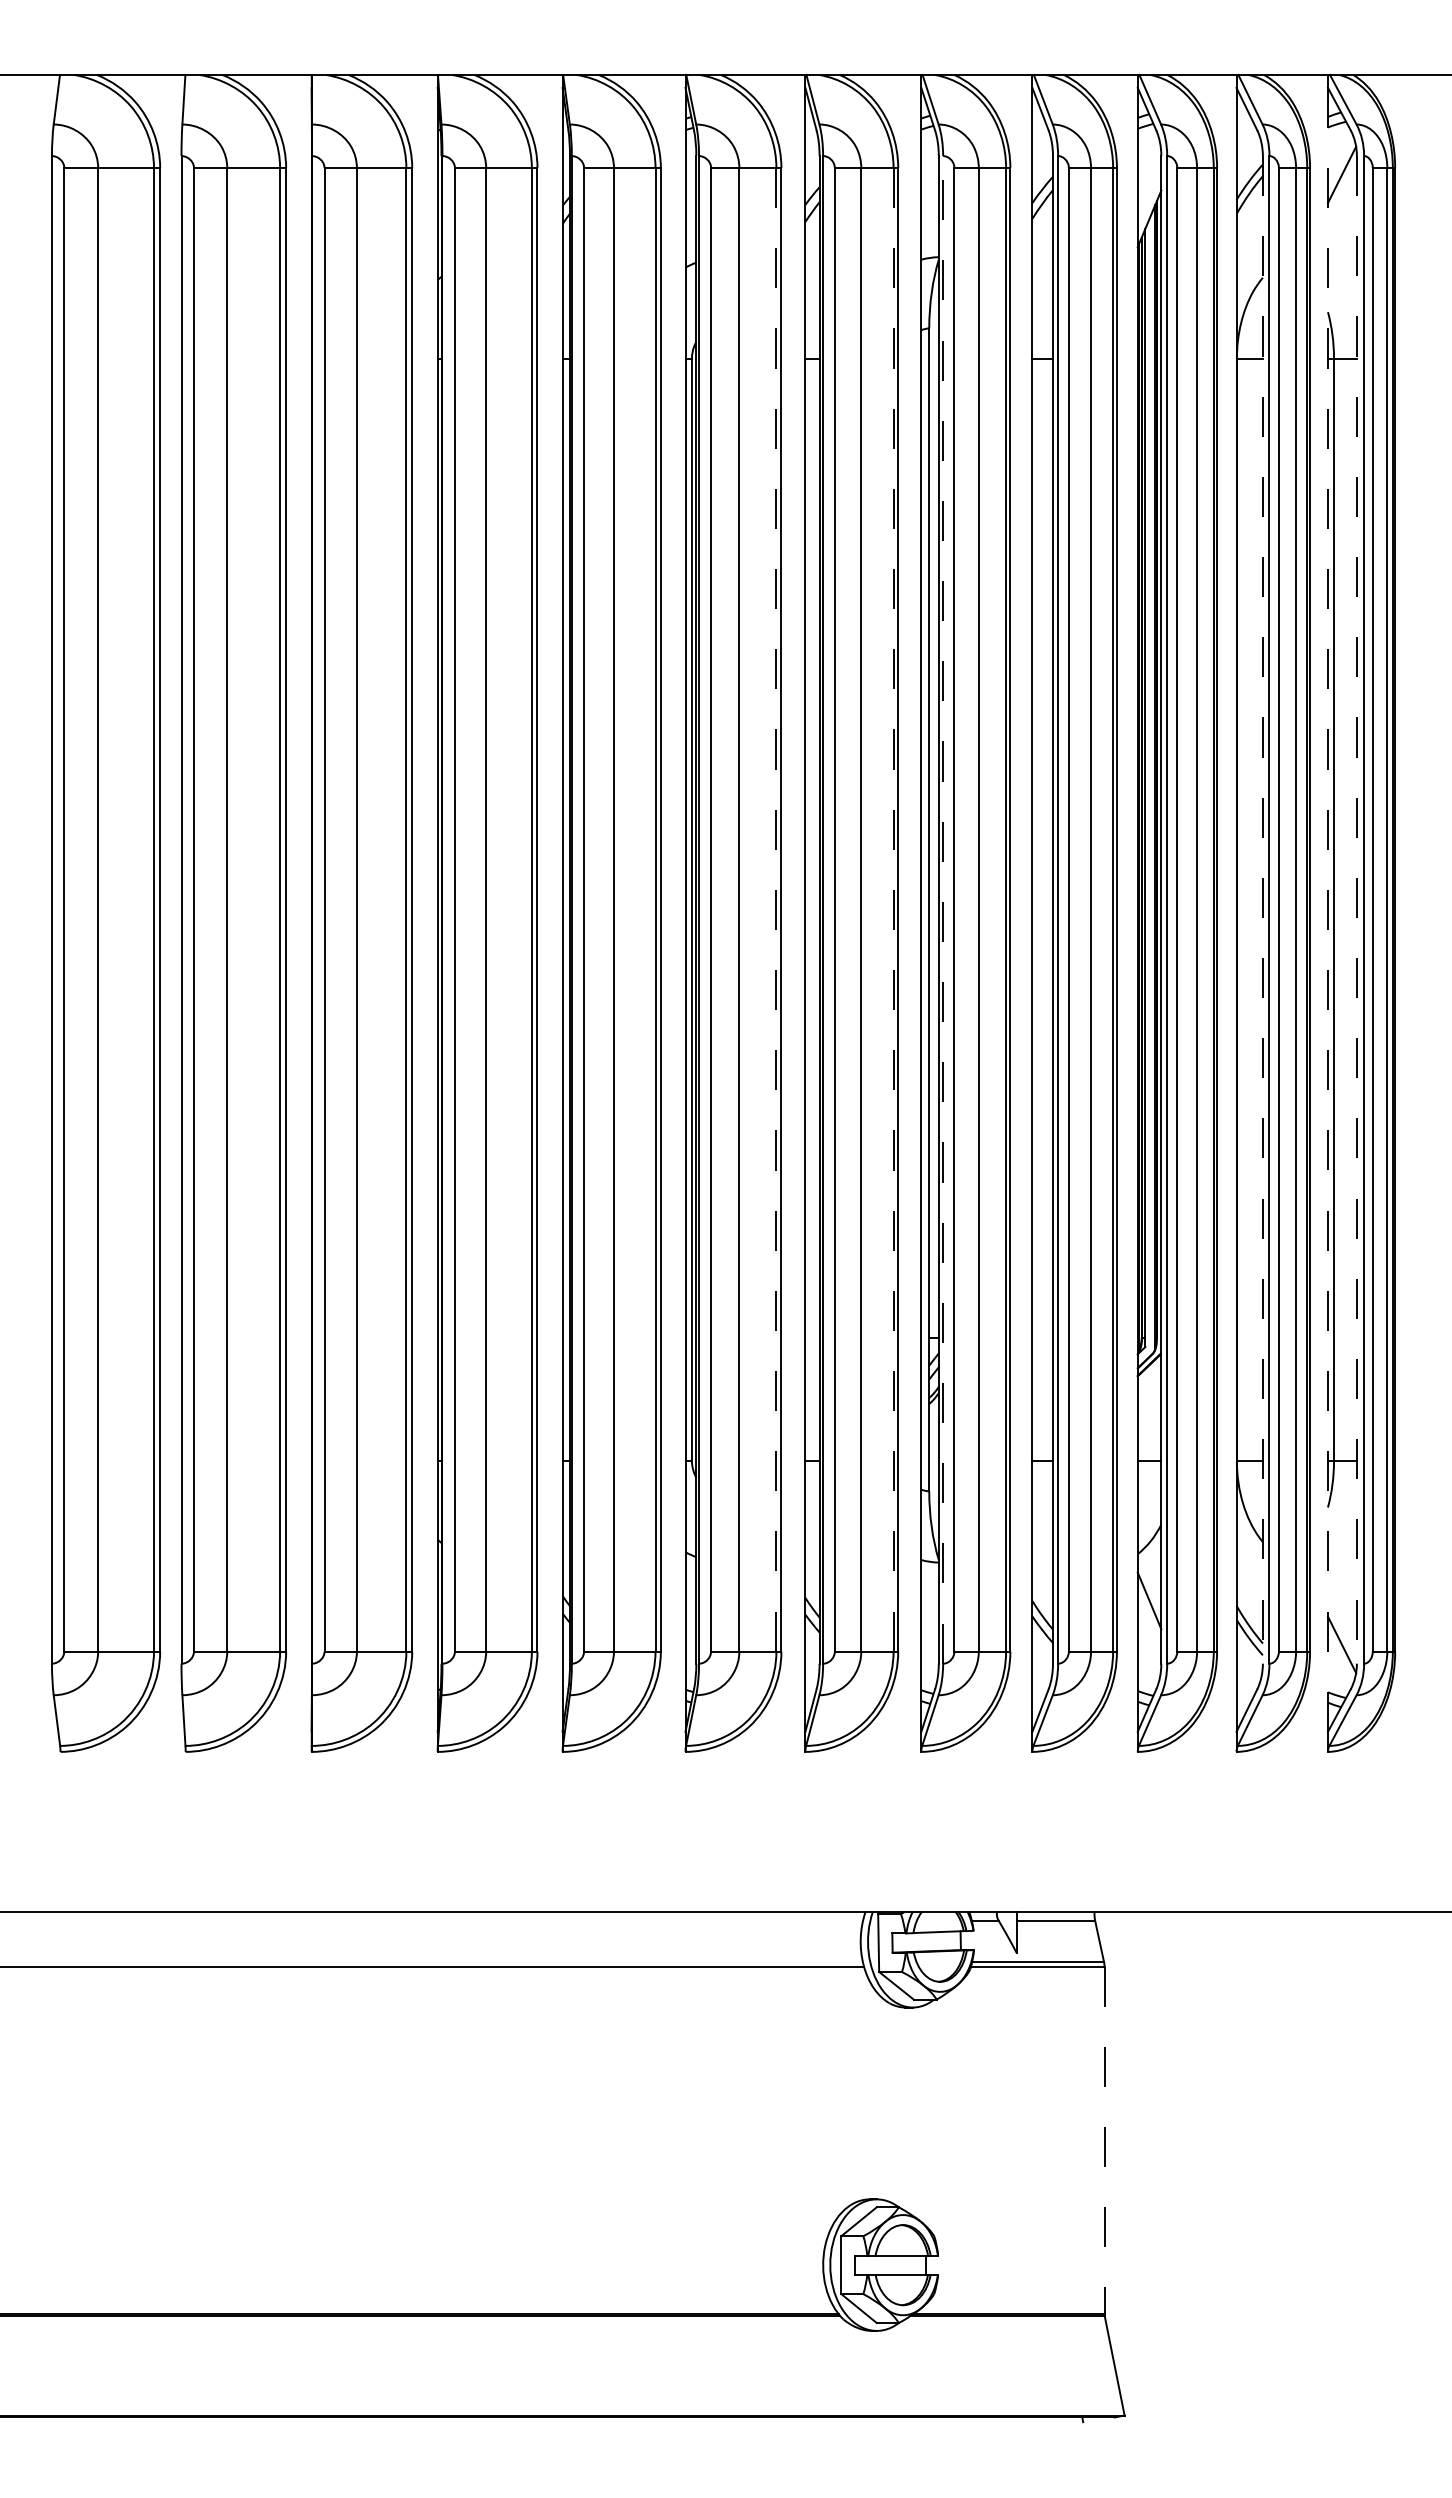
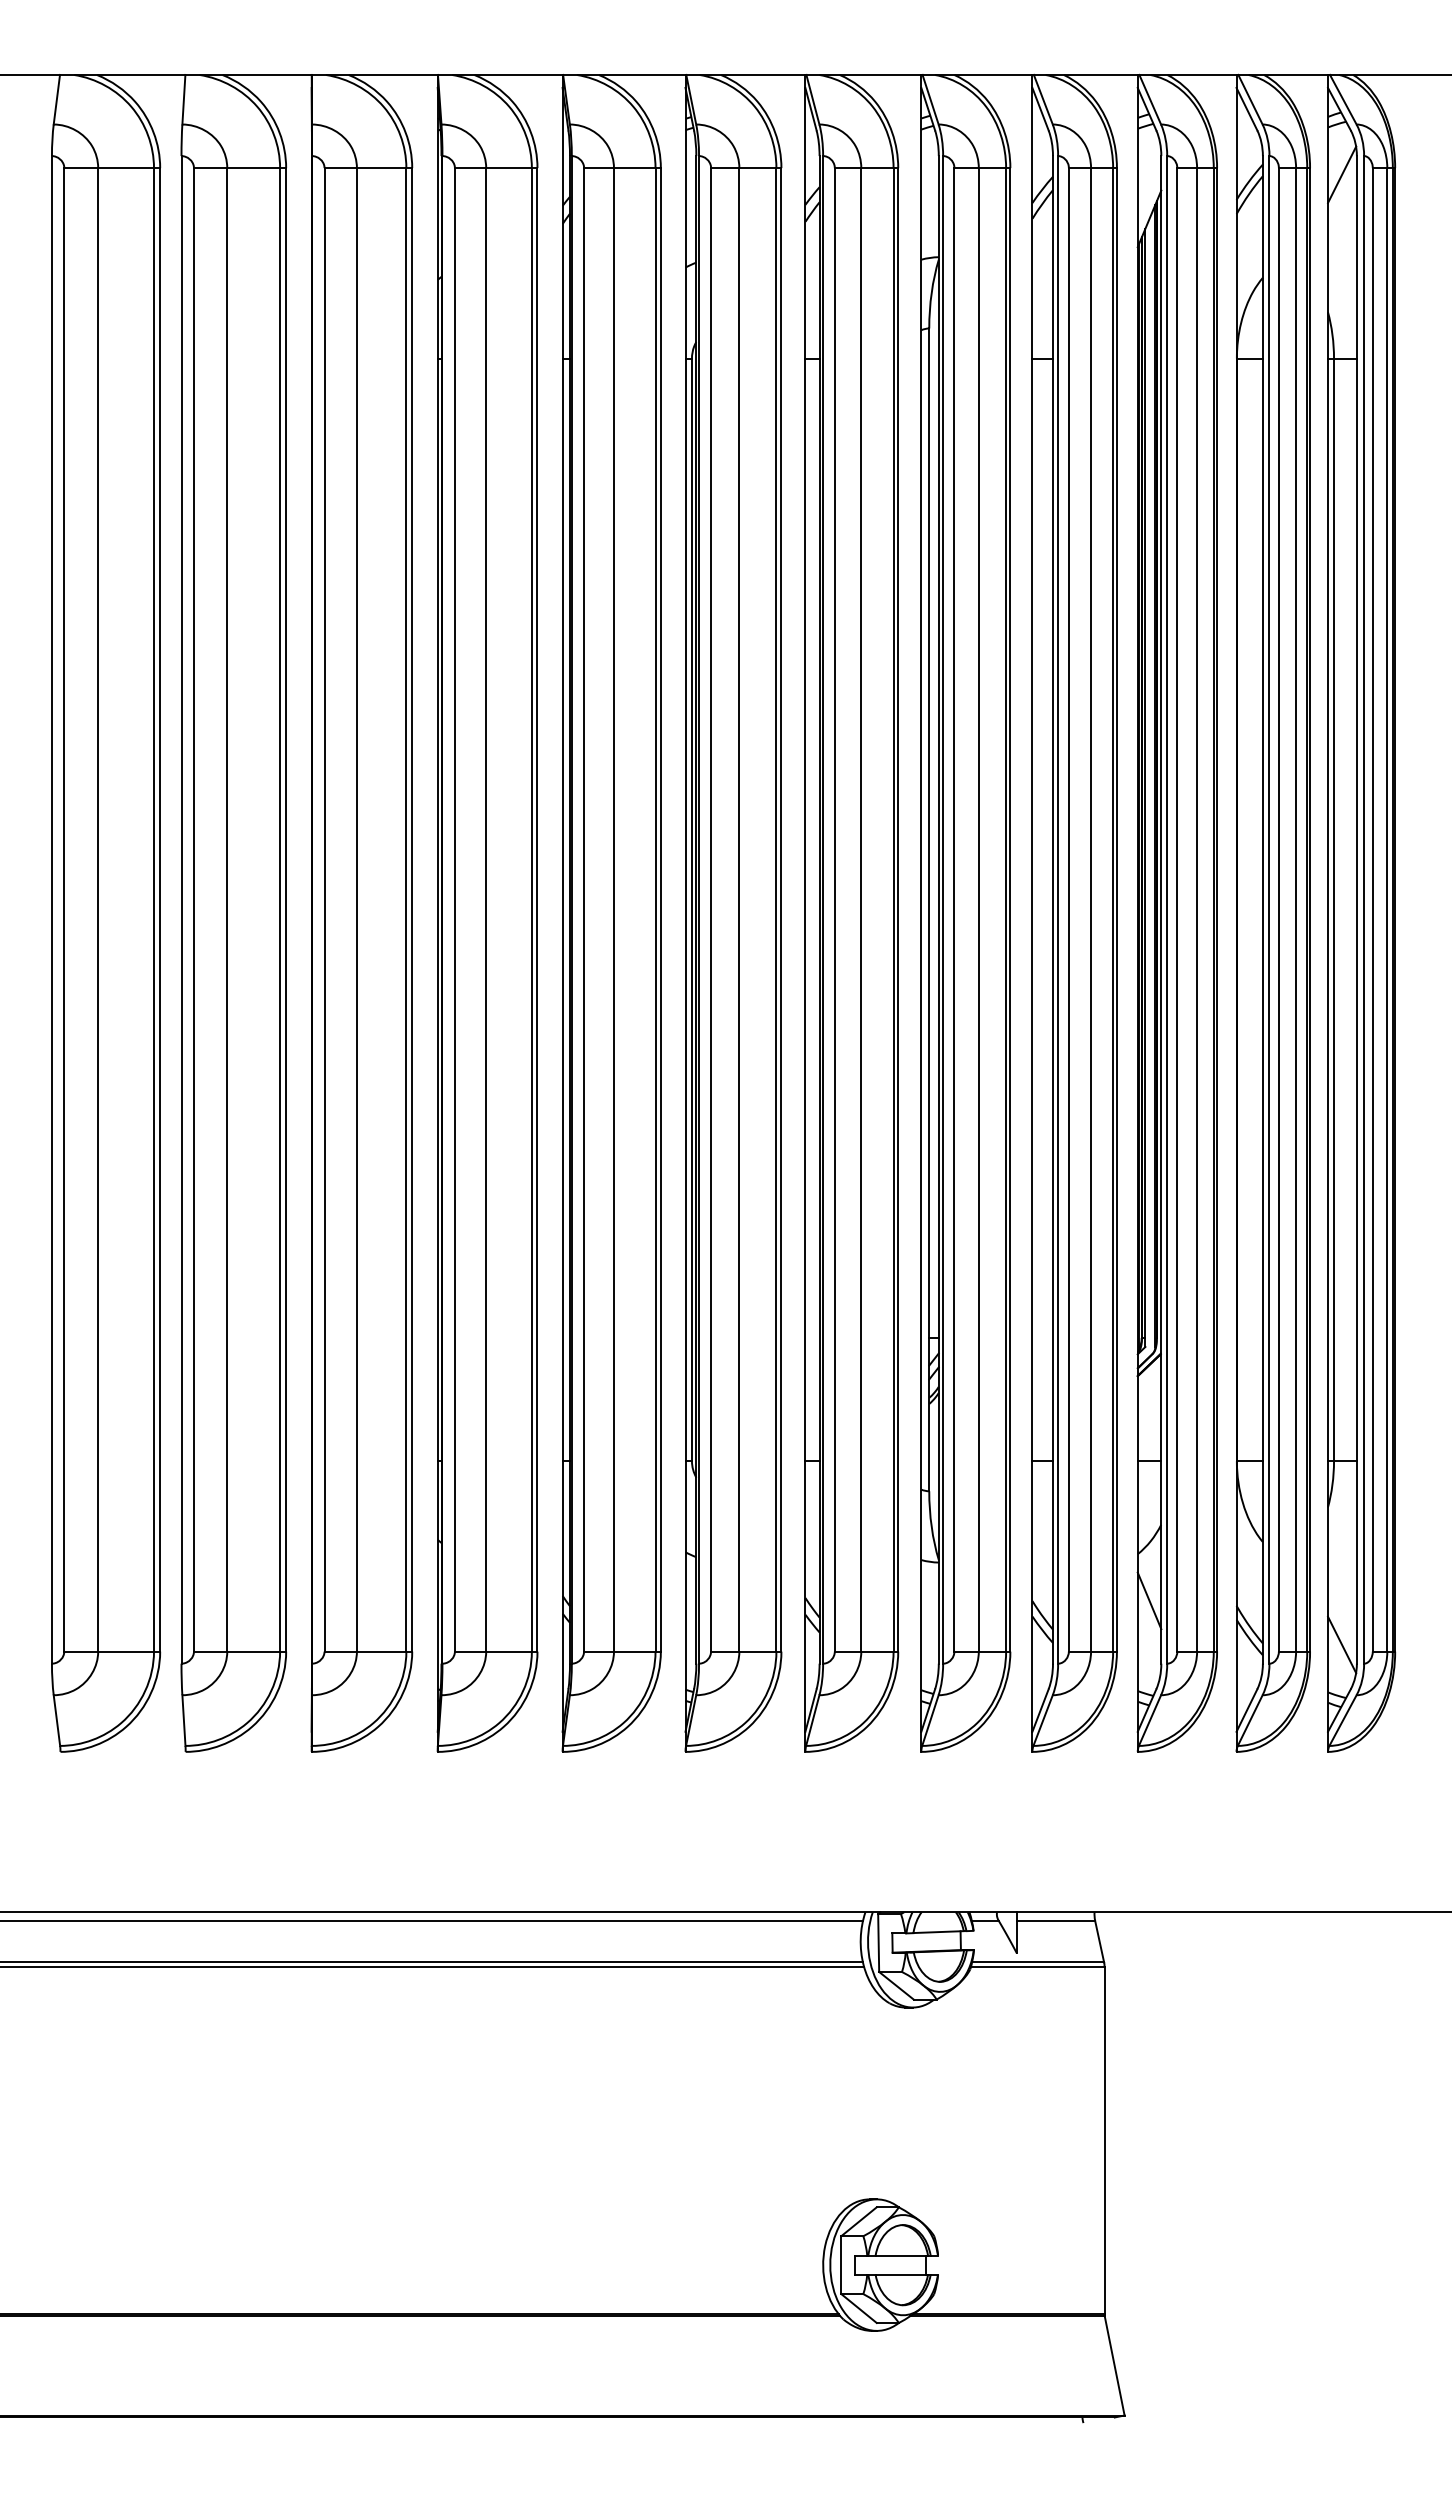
line at (776, 909): dashed -> solid
line at (893, 909): dashed -> solid
line at (943, 909): dashed -> solid
line at (1262, 909): dashed -> solid
line at (1328, 909): dashed -> solid
line at (1356, 909): dashed -> solid
line at (432, 1920): none -> present
line at (432, 1962): none -> present
line at (1104, 2140): dashed -> solid
